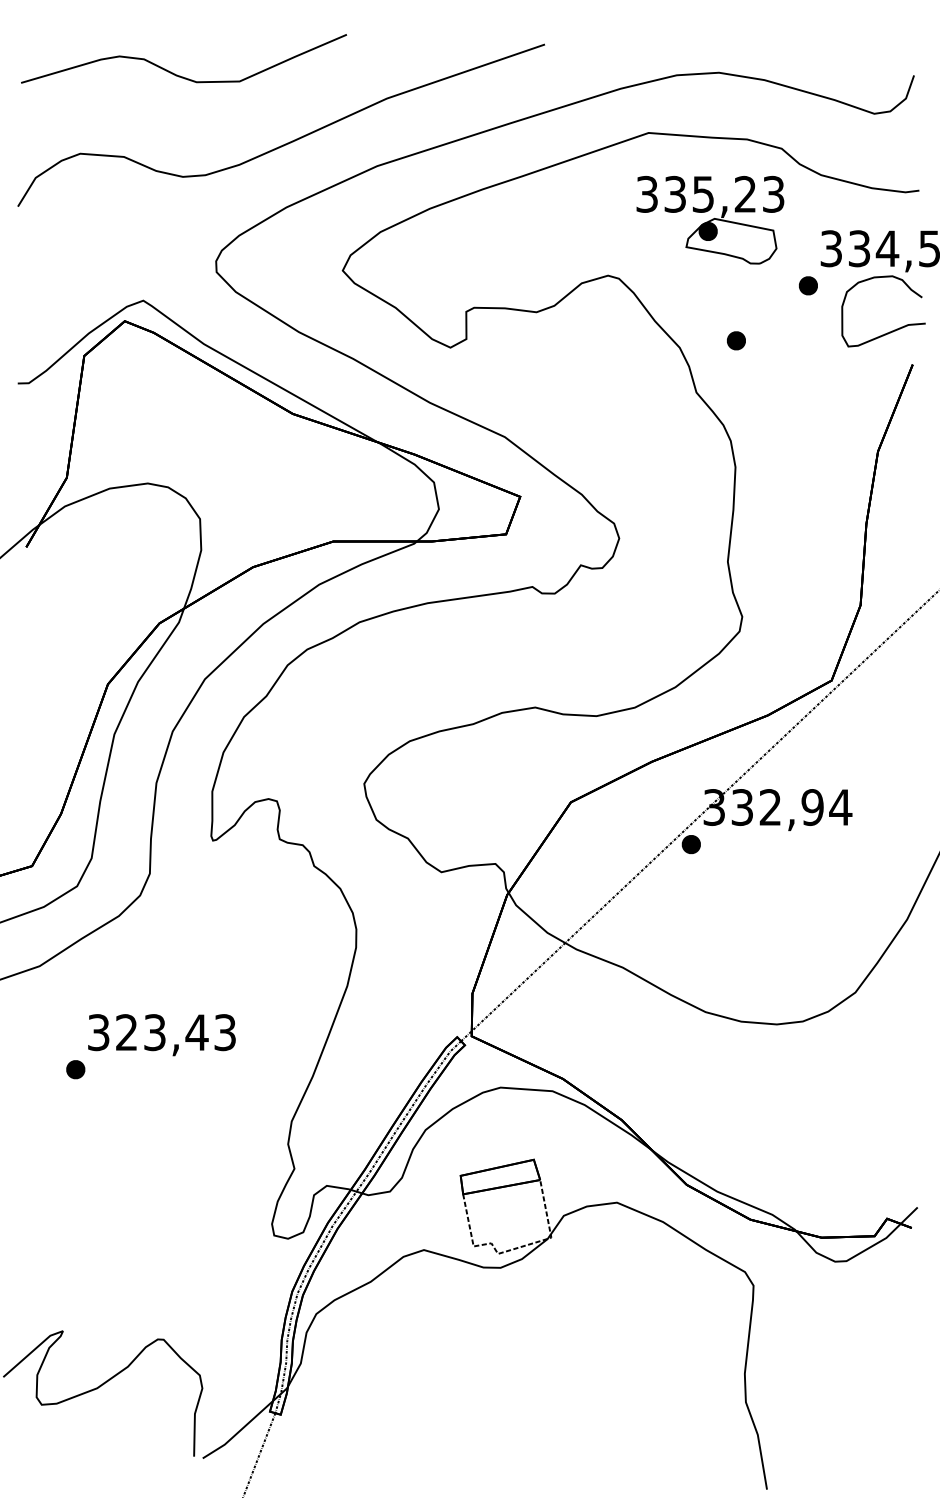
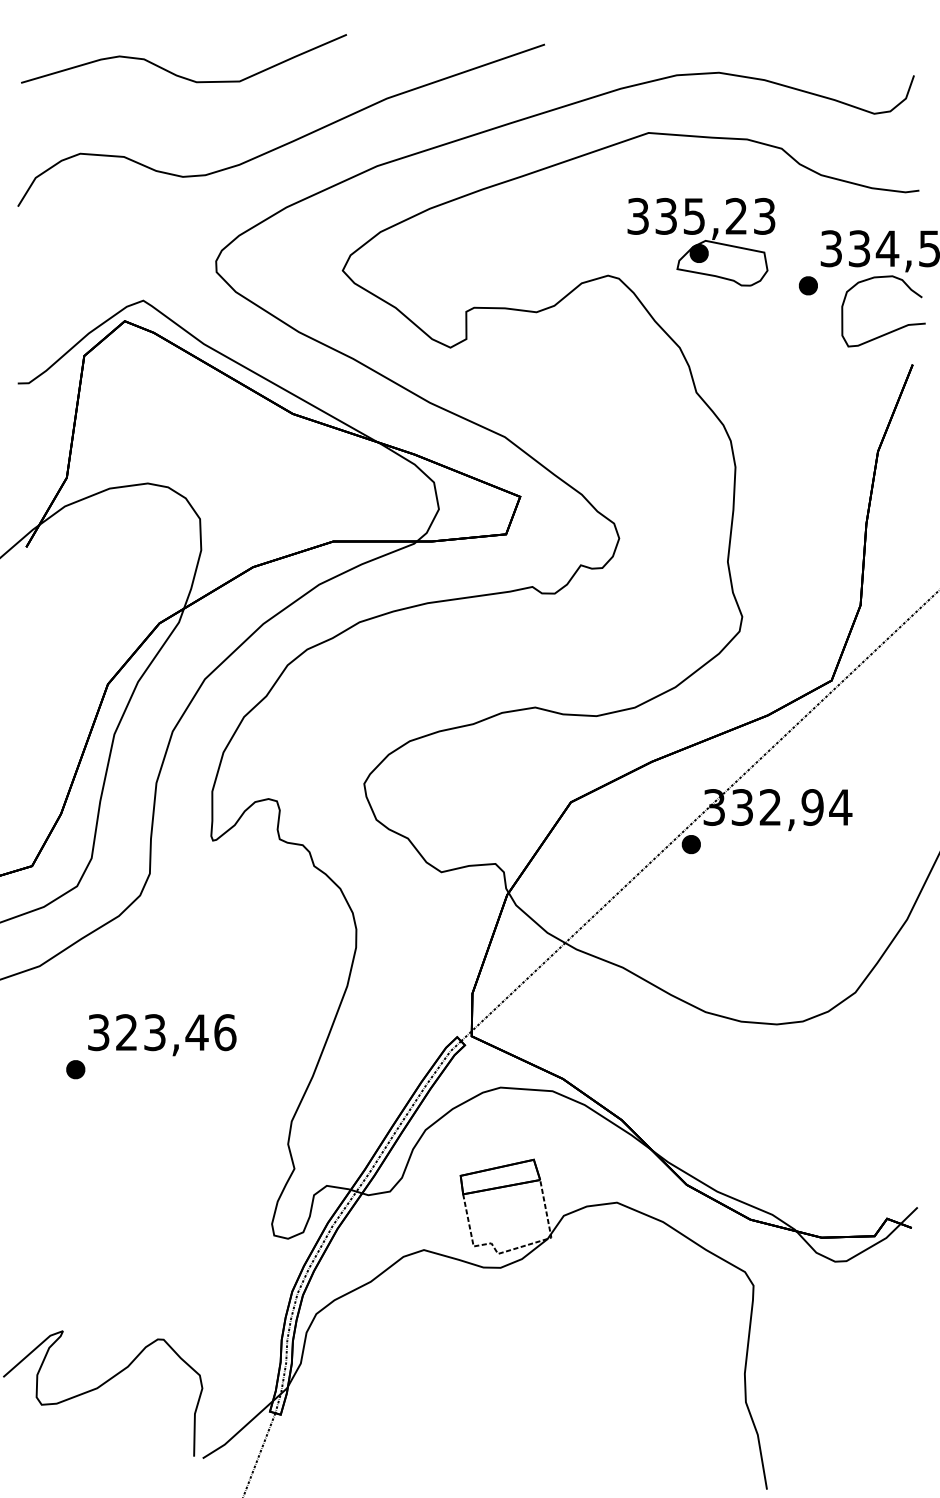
part at (710, 220) position: (710, 220) -> (701, 242)
part at (736, 340): present -> none
text at (225, 1032): 323,43 -> 323,46
